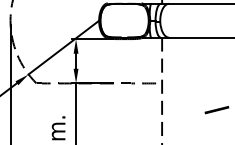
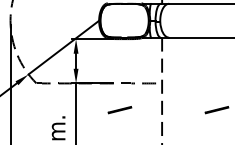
line at (119, 110): none -> present
